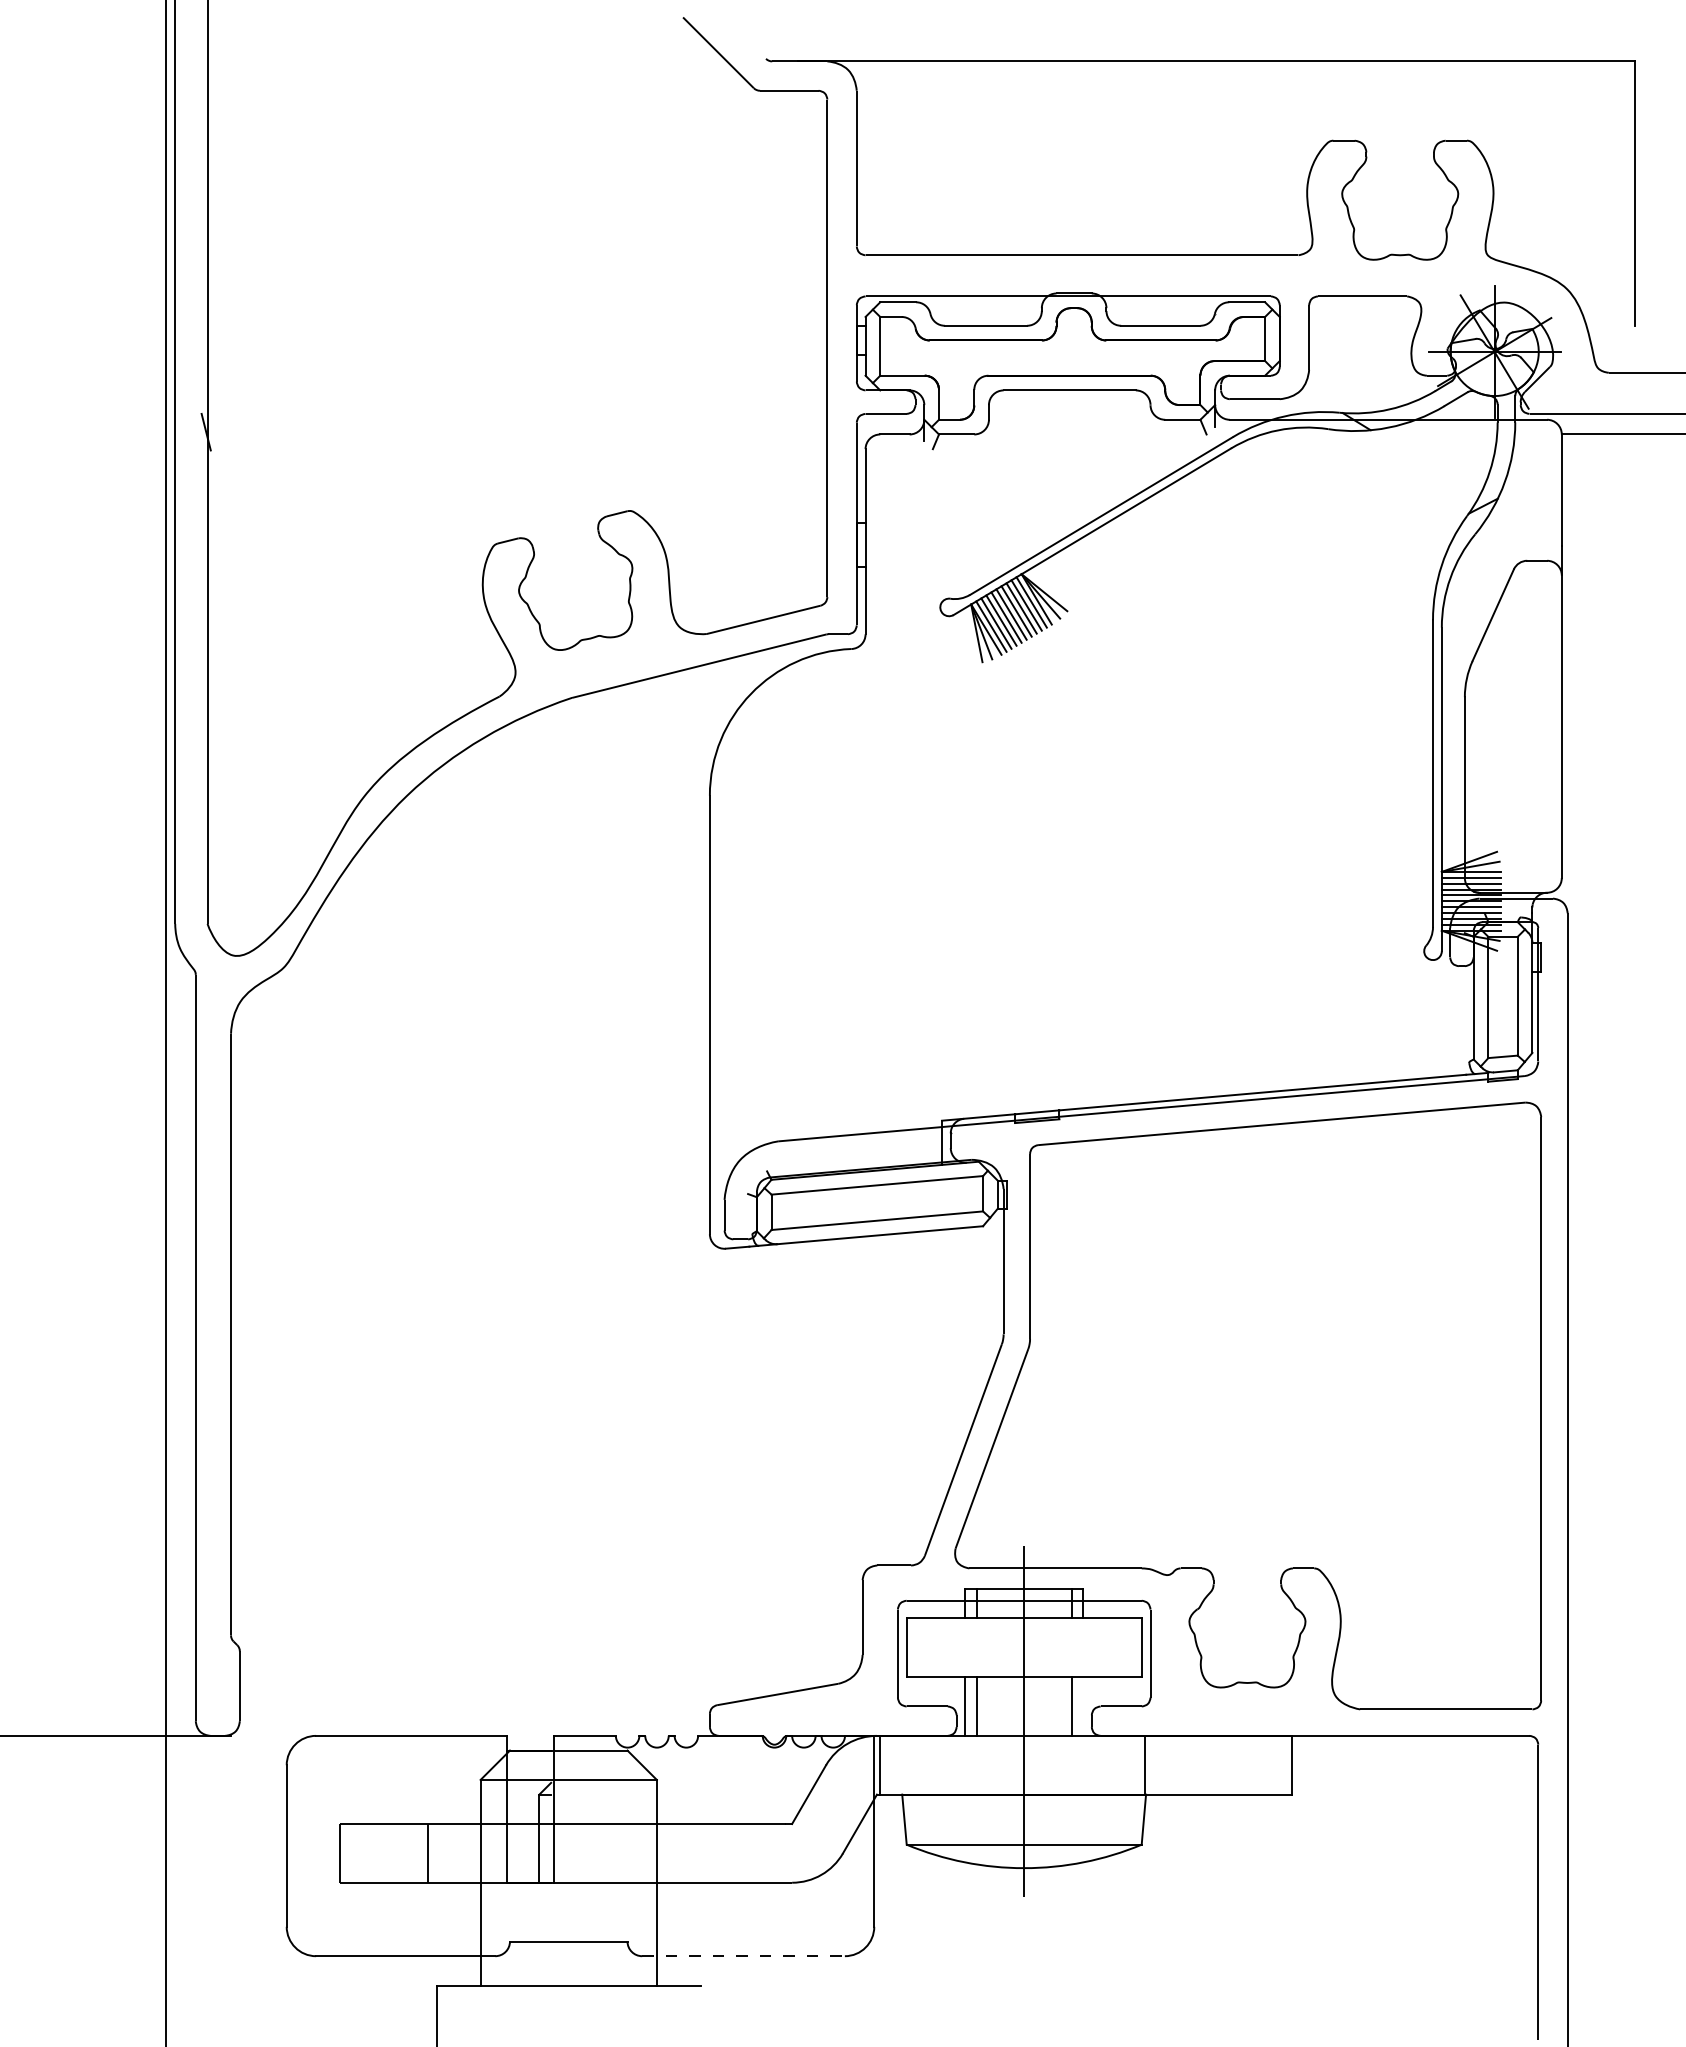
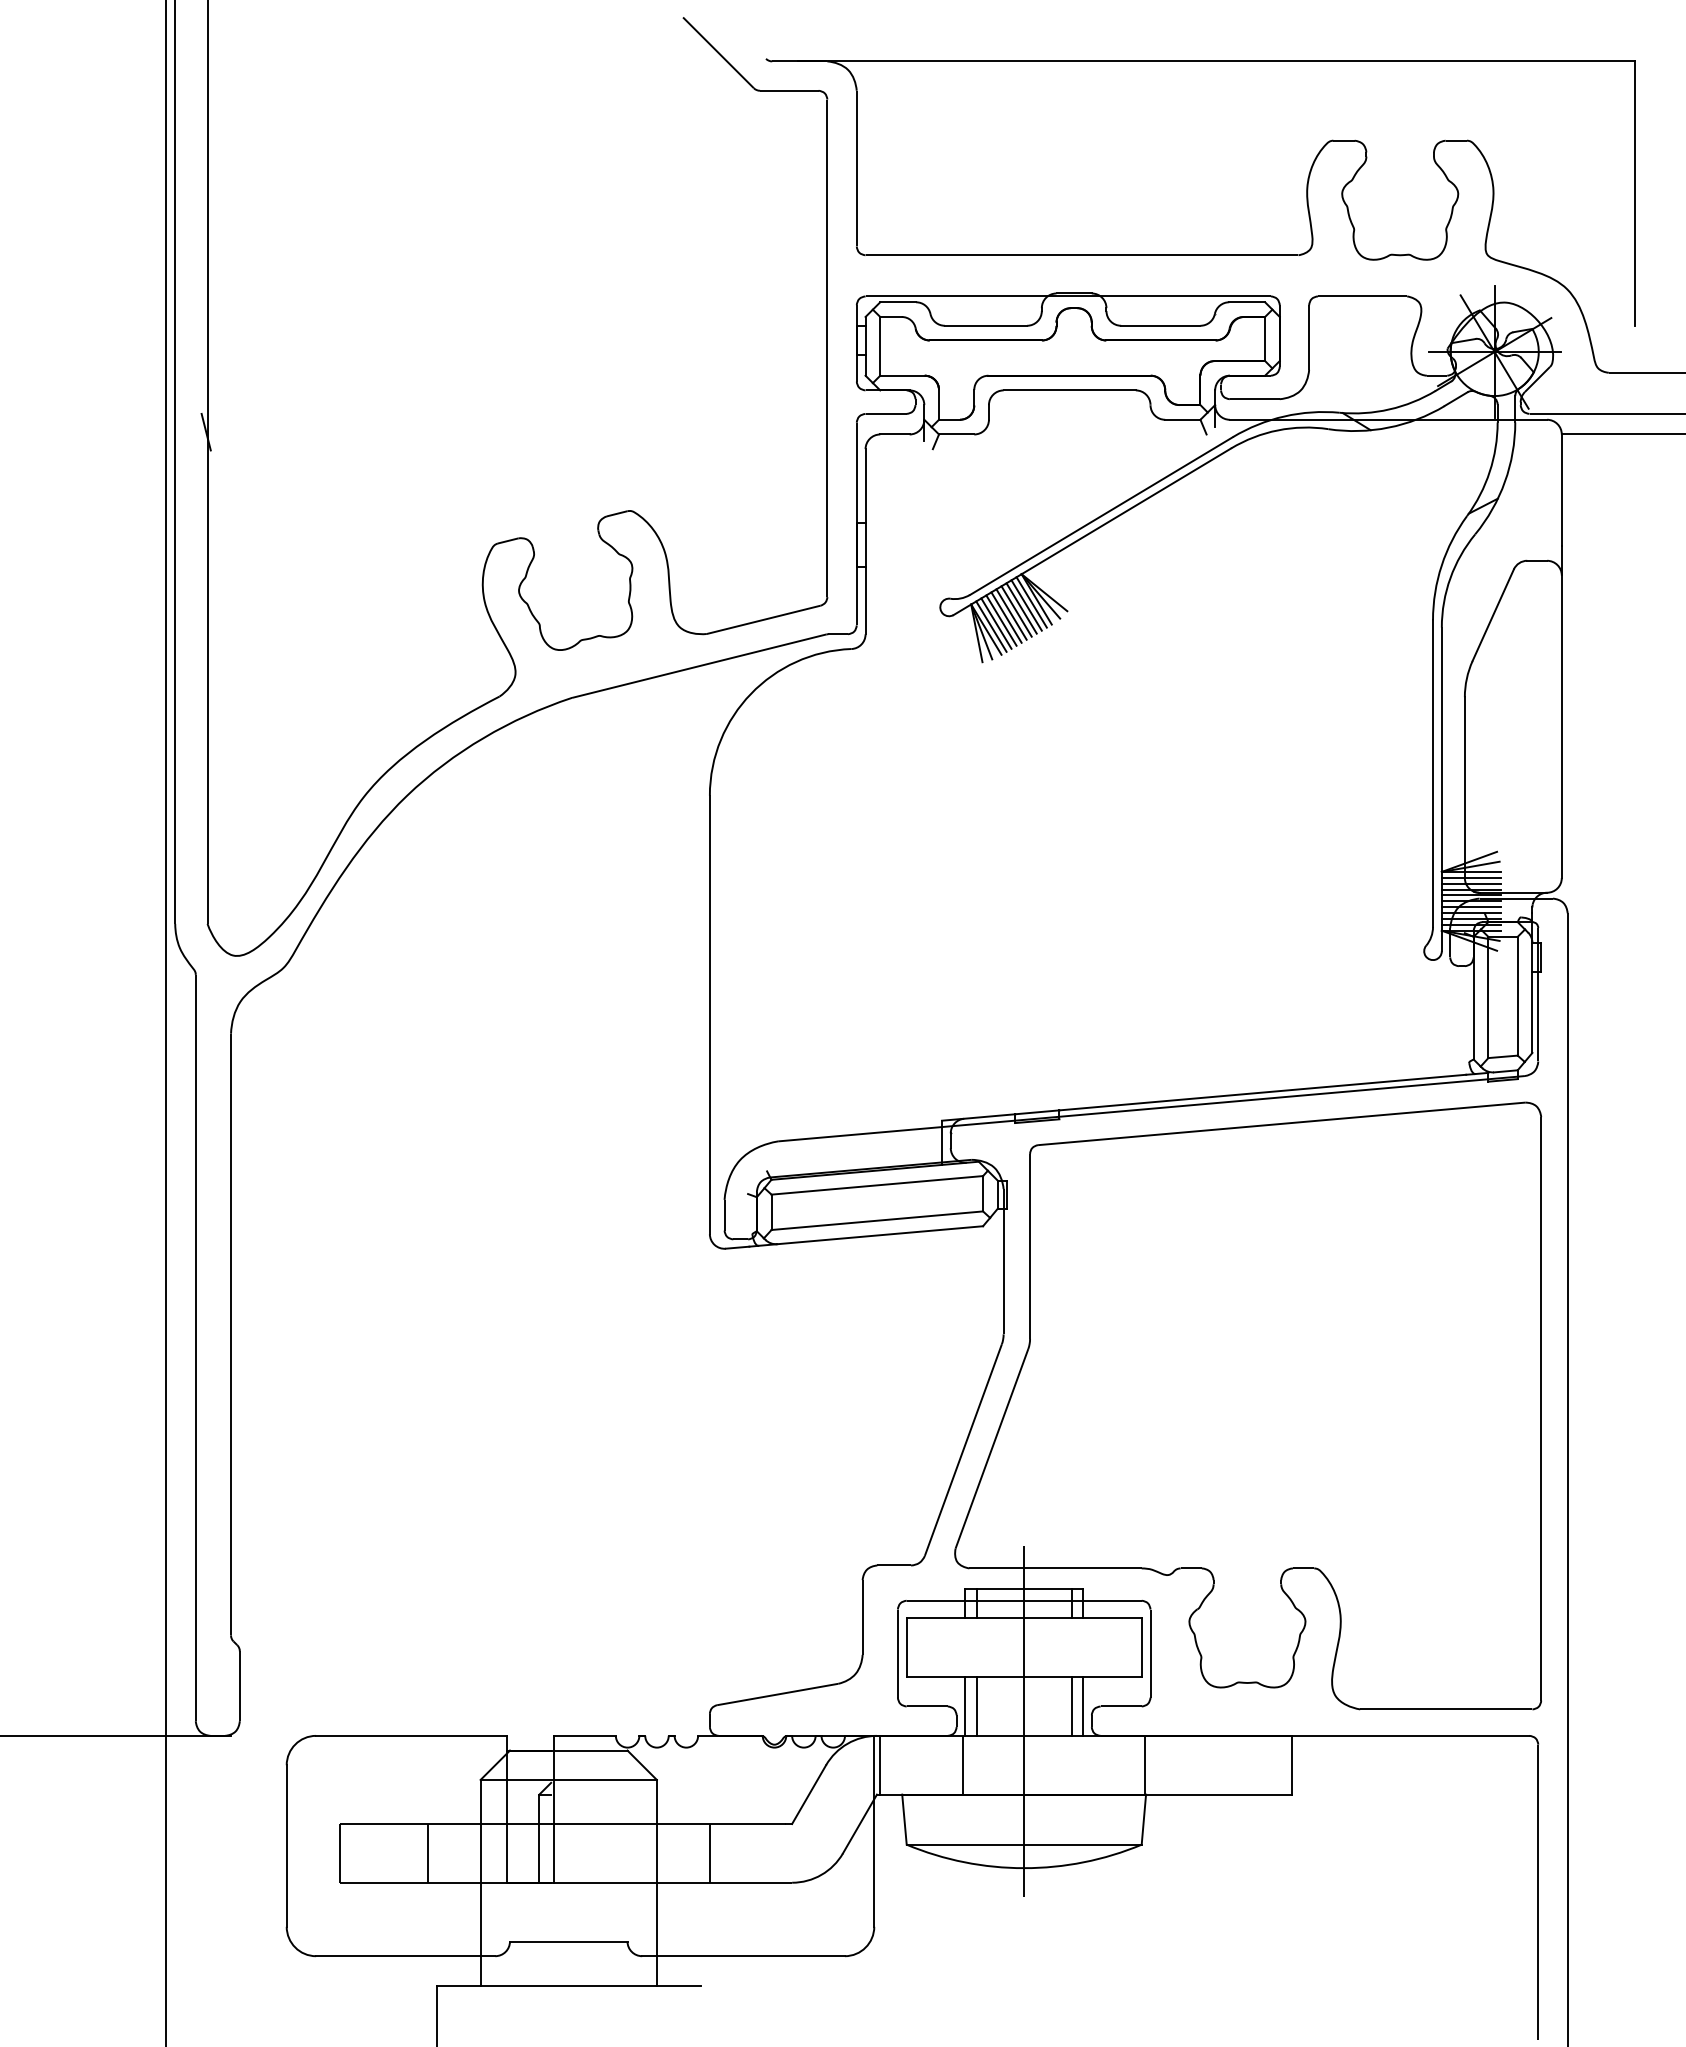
line at (1082, 1706): none -> present
line at (962, 1764): none -> present
line at (709, 1853): none -> present
line at (744, 1956): dashed -> solid
